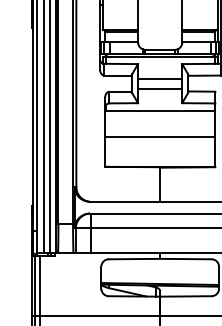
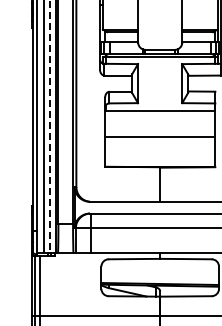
line at (160, 79): present -> none
line at (160, 88): present -> none
line at (49, 127): solid -> dashed
